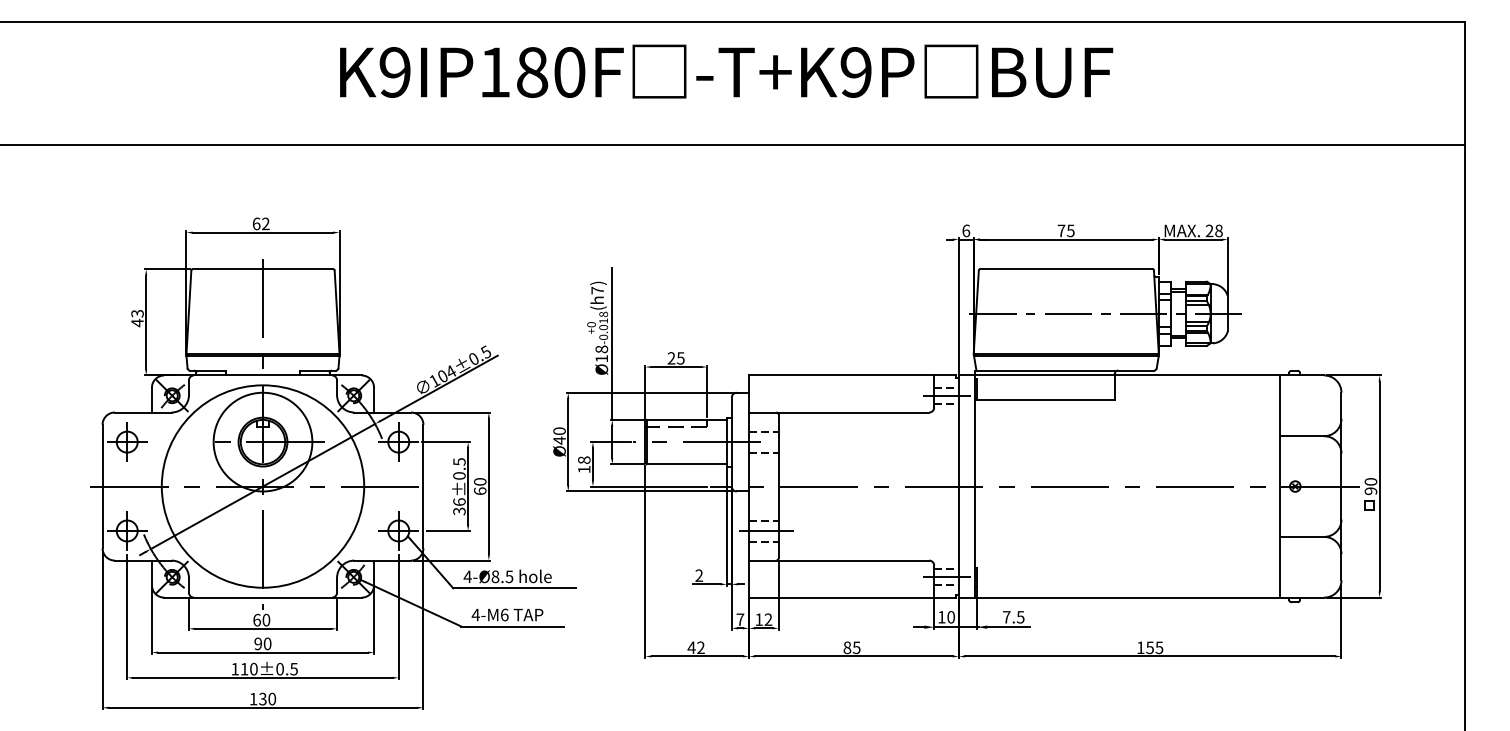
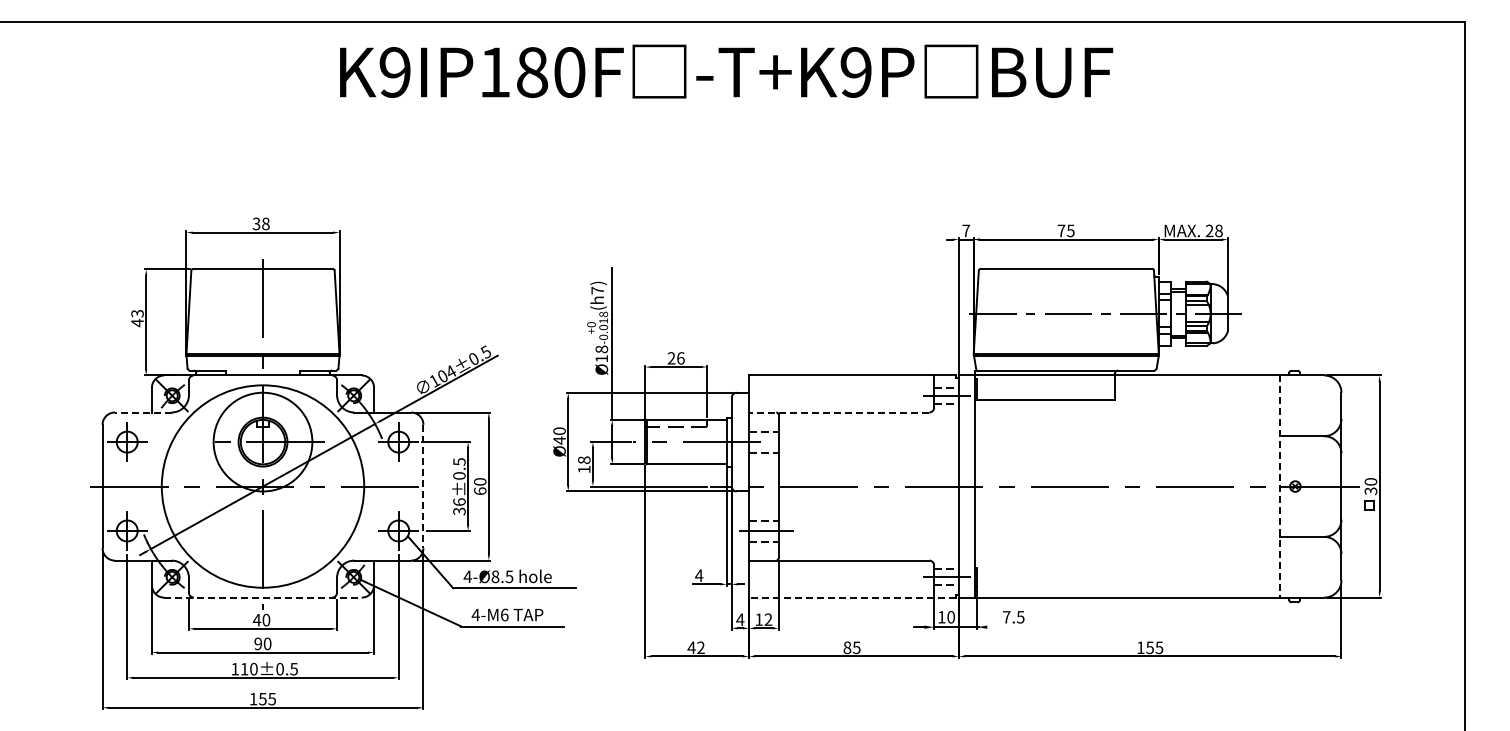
line at (733, 145): present -> none
text at (260, 223): 62 -> 38
text at (966, 230): 6 -> 7
text at (680, 358): 25 -> 26
line at (142, 412): solid -> dashed
line at (838, 412): solid -> dashed
line at (423, 486): solid -> dashed
line at (1279, 487): solid -> dashed
text at (1371, 491): 90 -> 30
text at (699, 575): 2 -> 4
line at (263, 597): solid -> dashed
line at (852, 597): solid -> dashed
text at (256, 619): 60 -> 40
text at (740, 619): 7 -> 4
line at (1008, 627): present -> none
text at (267, 698): 130 -> 155
